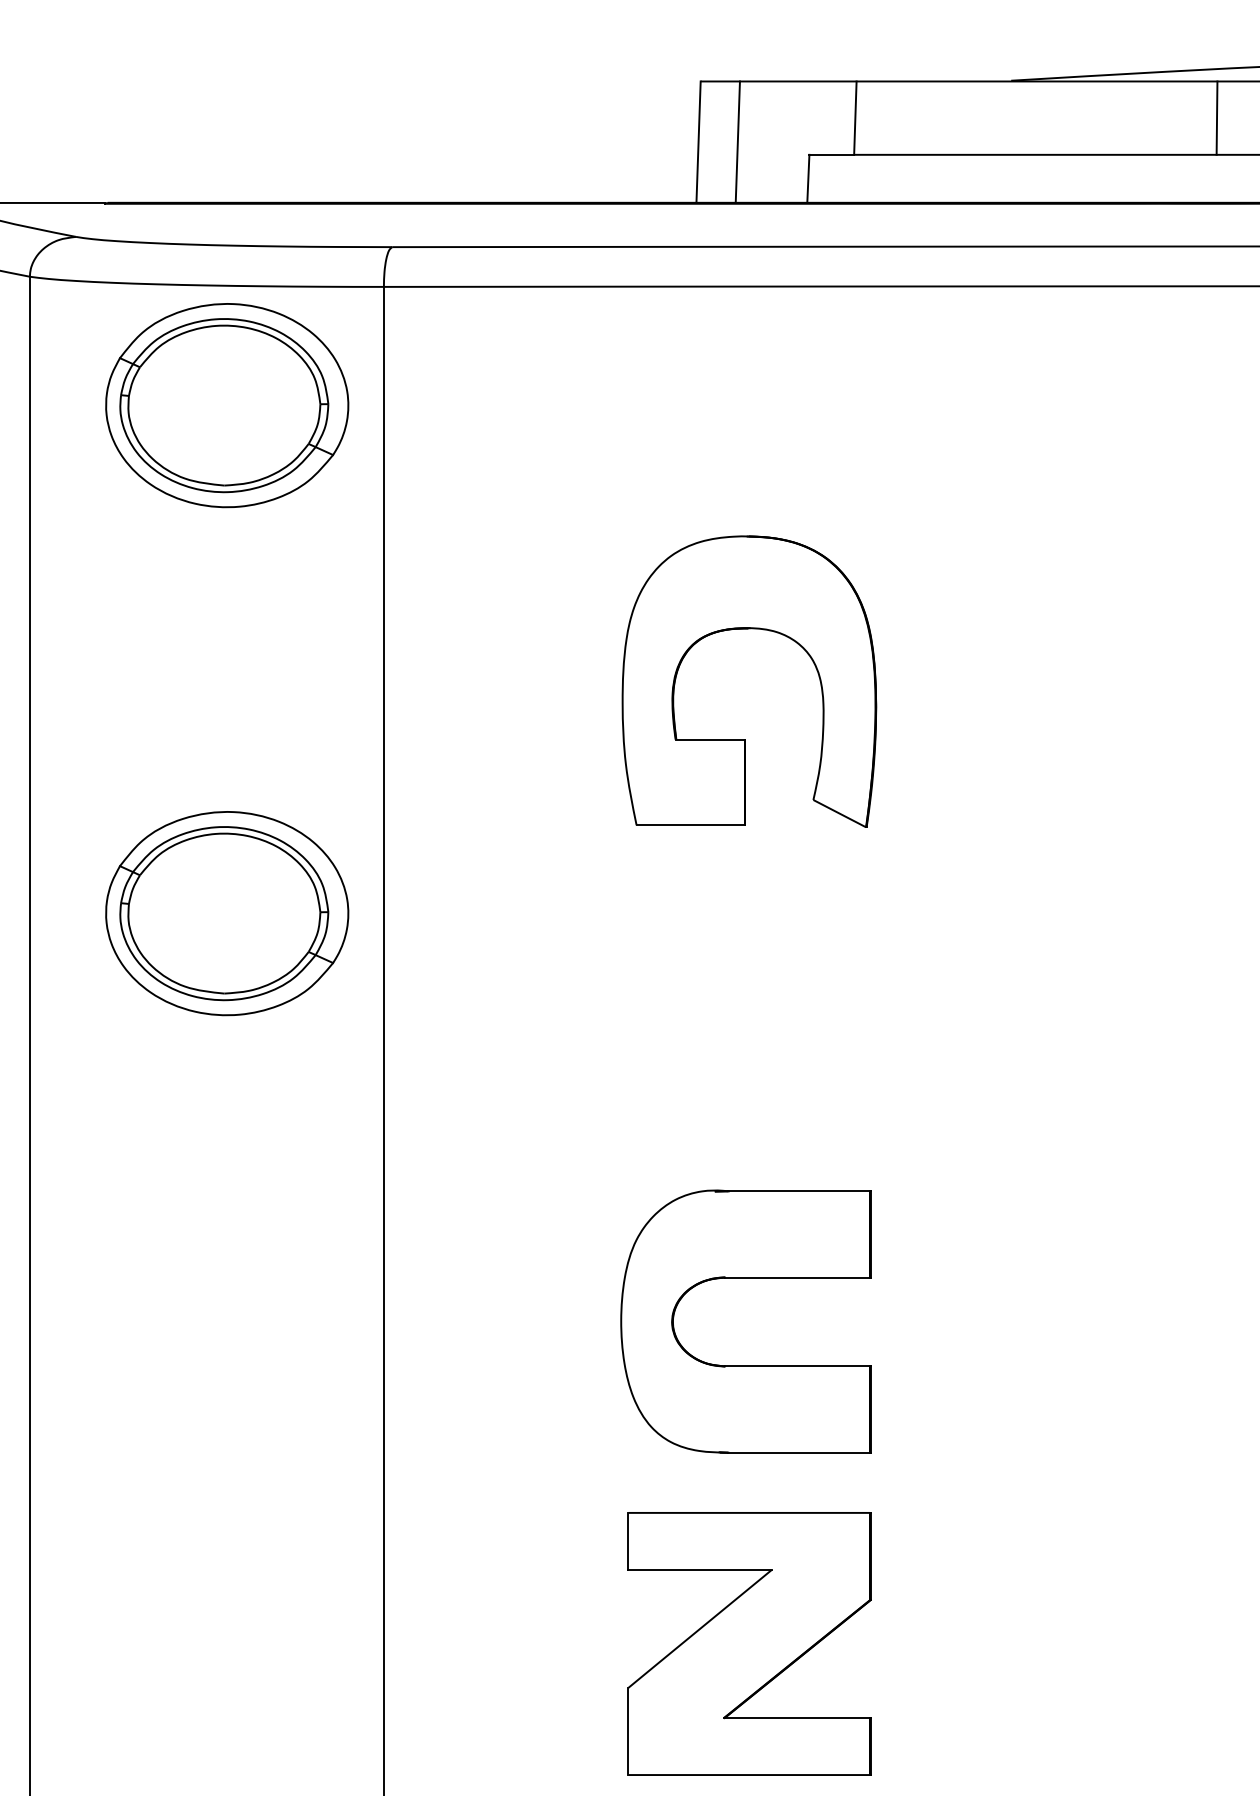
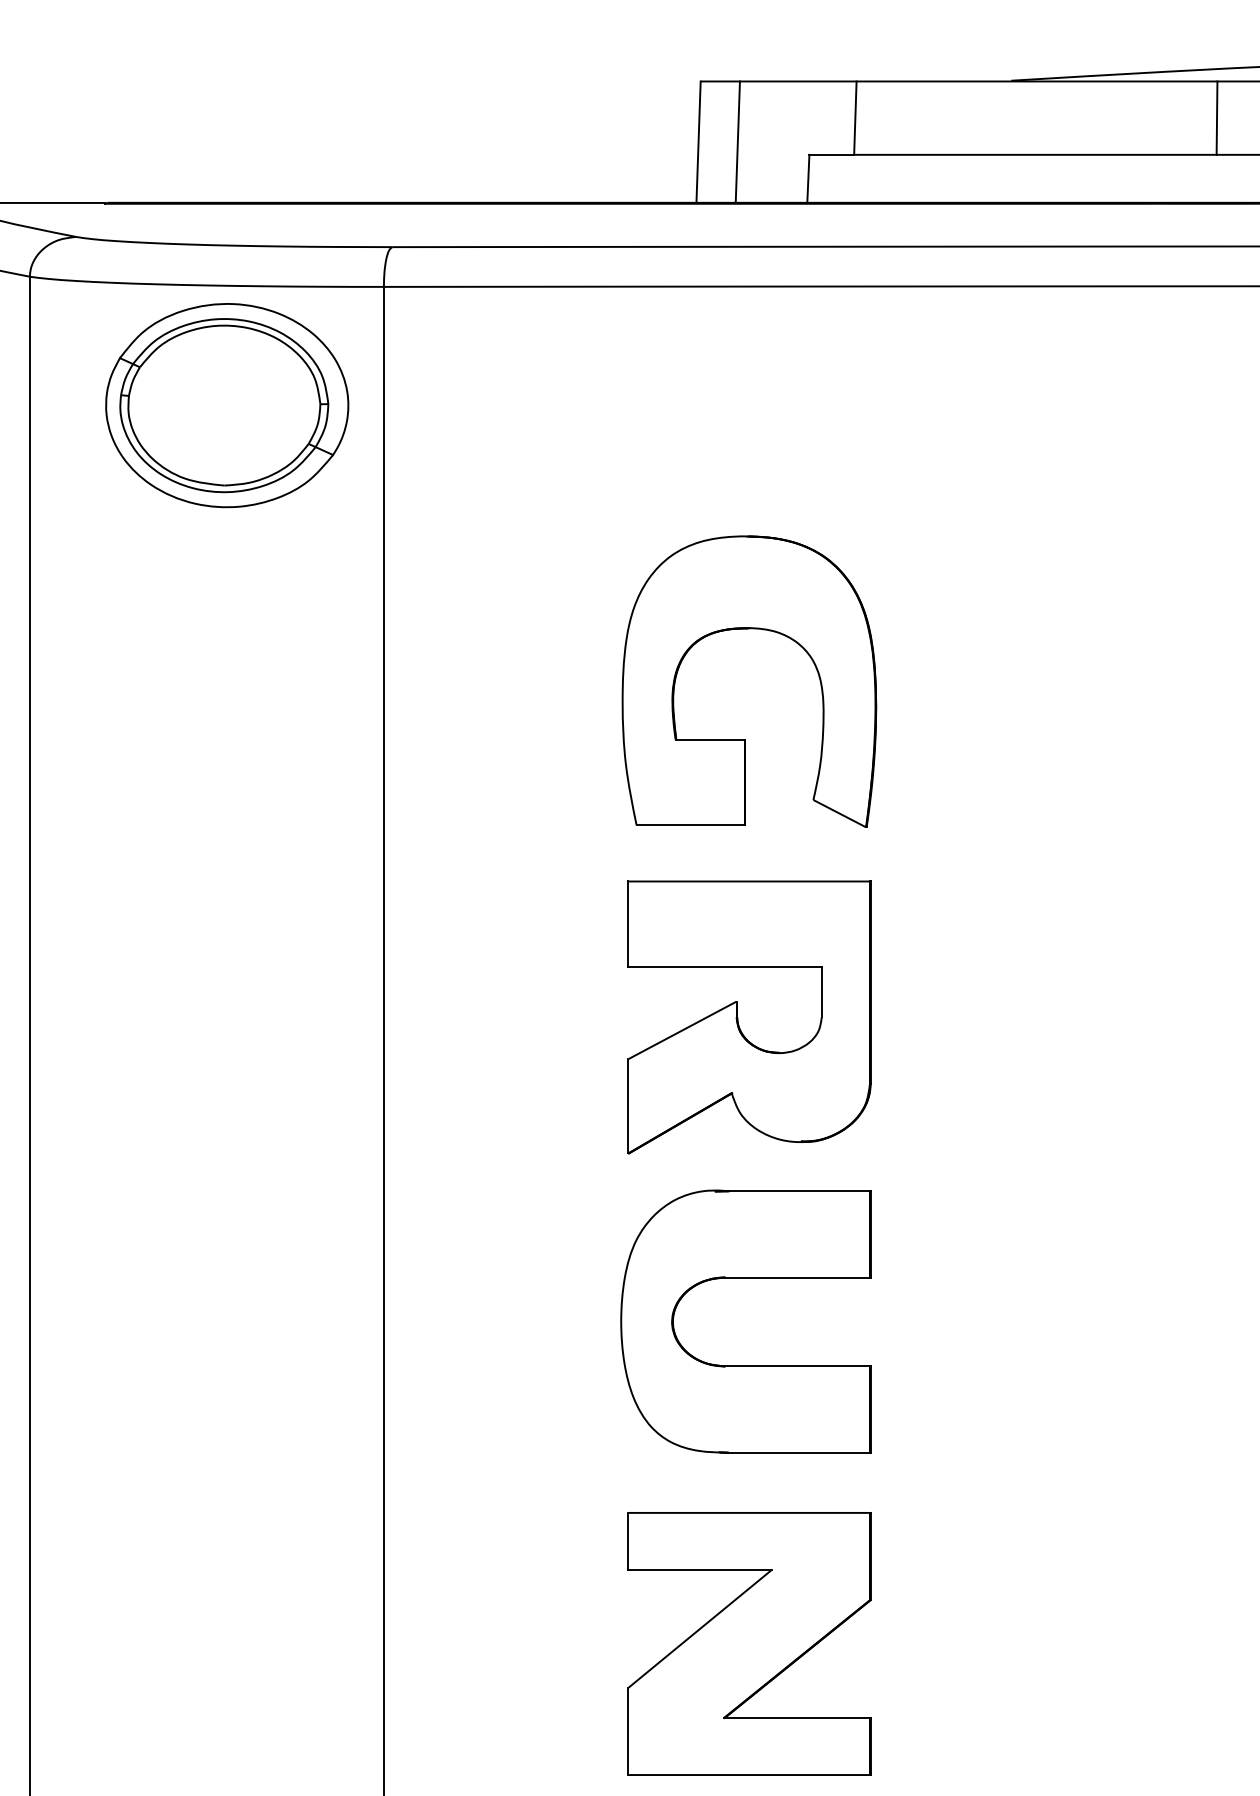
part at (227, 913): present -> none
part at (738, 1017): none -> present
